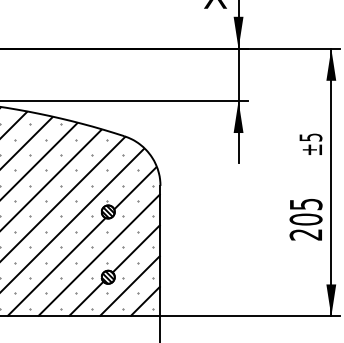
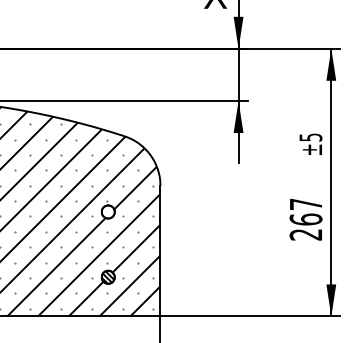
hatch at (107, 211): present -> none
text at (305, 211): 205 -> 267
